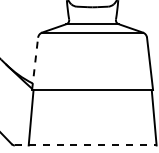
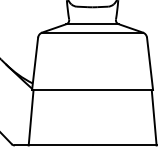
line at (35, 63): dashed -> solid
line at (85, 145): dashed -> solid
